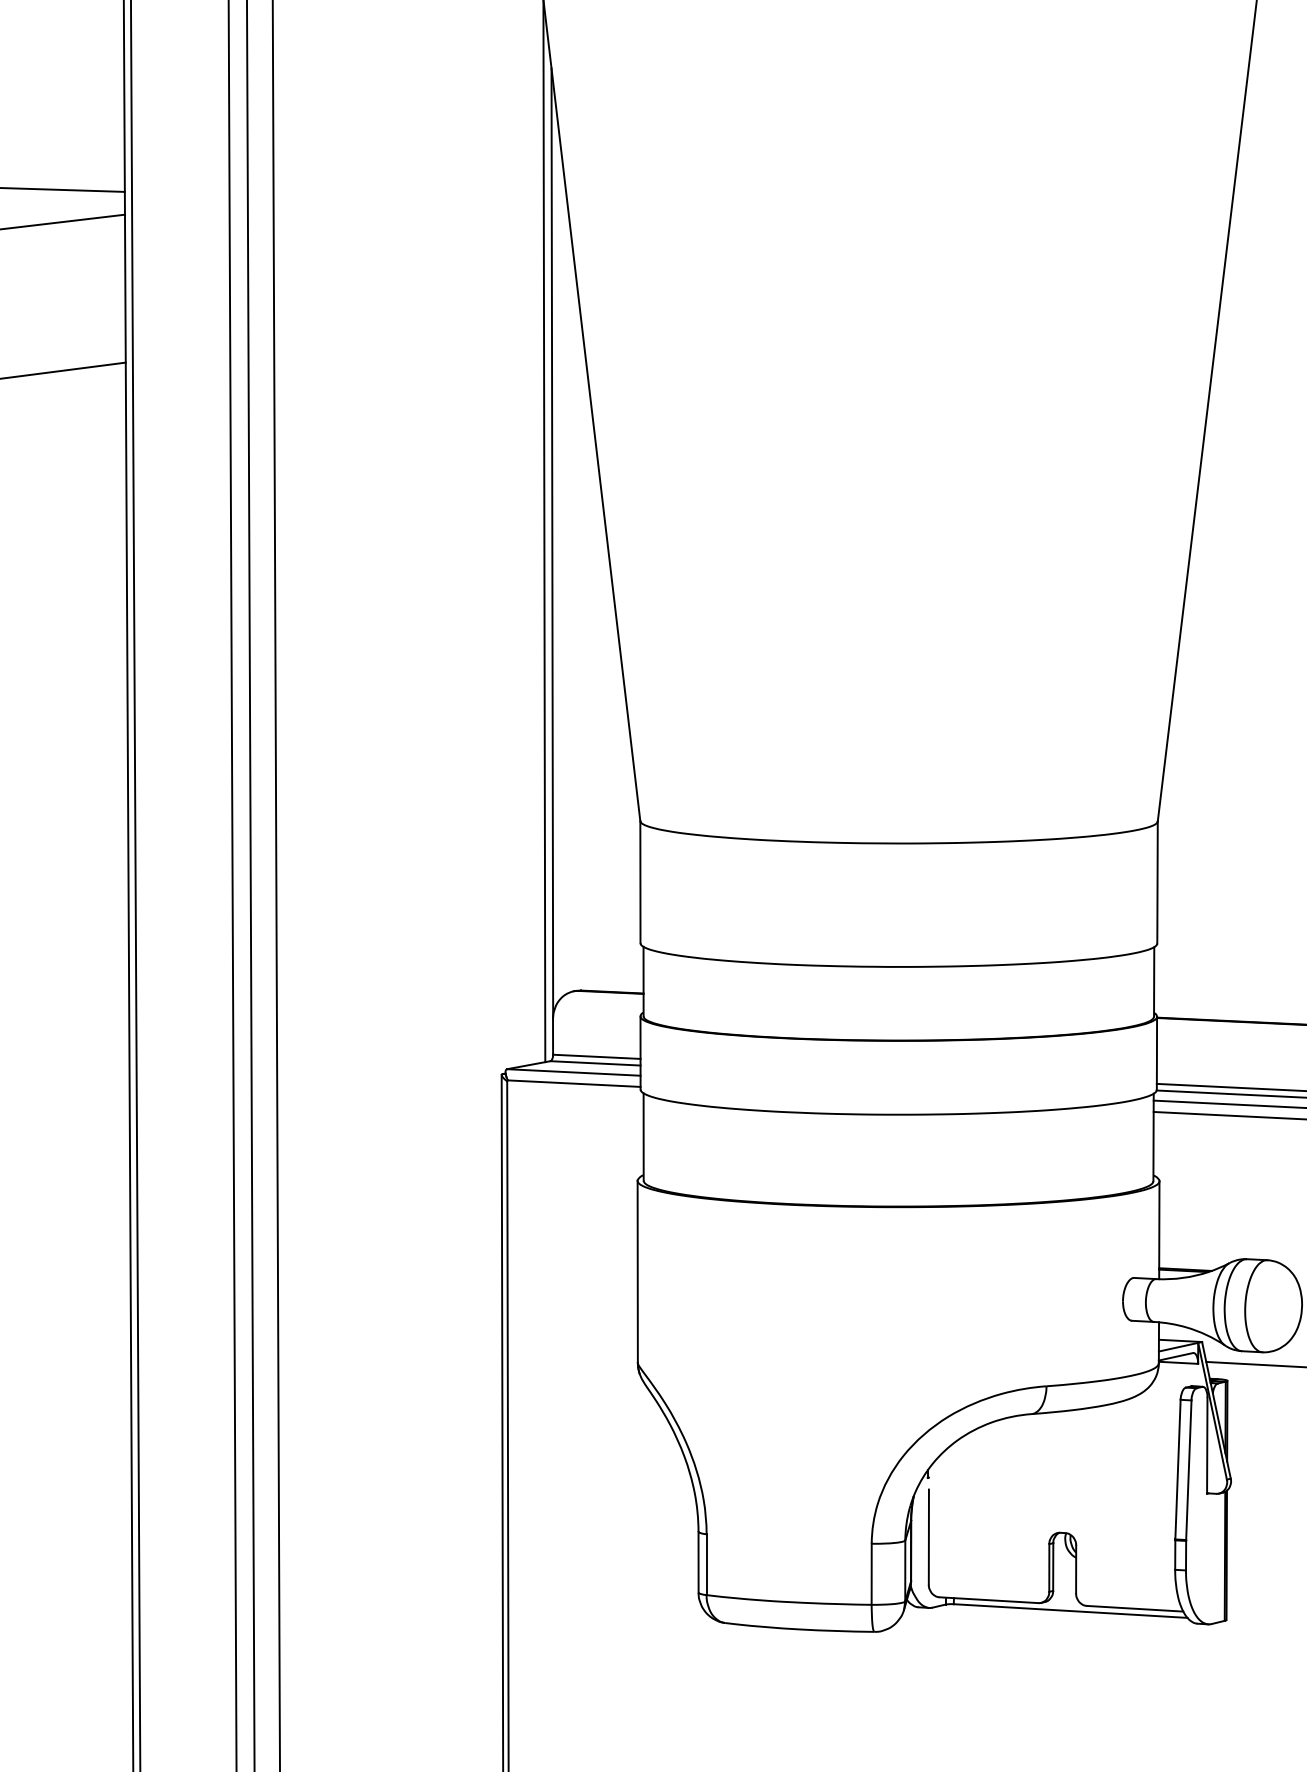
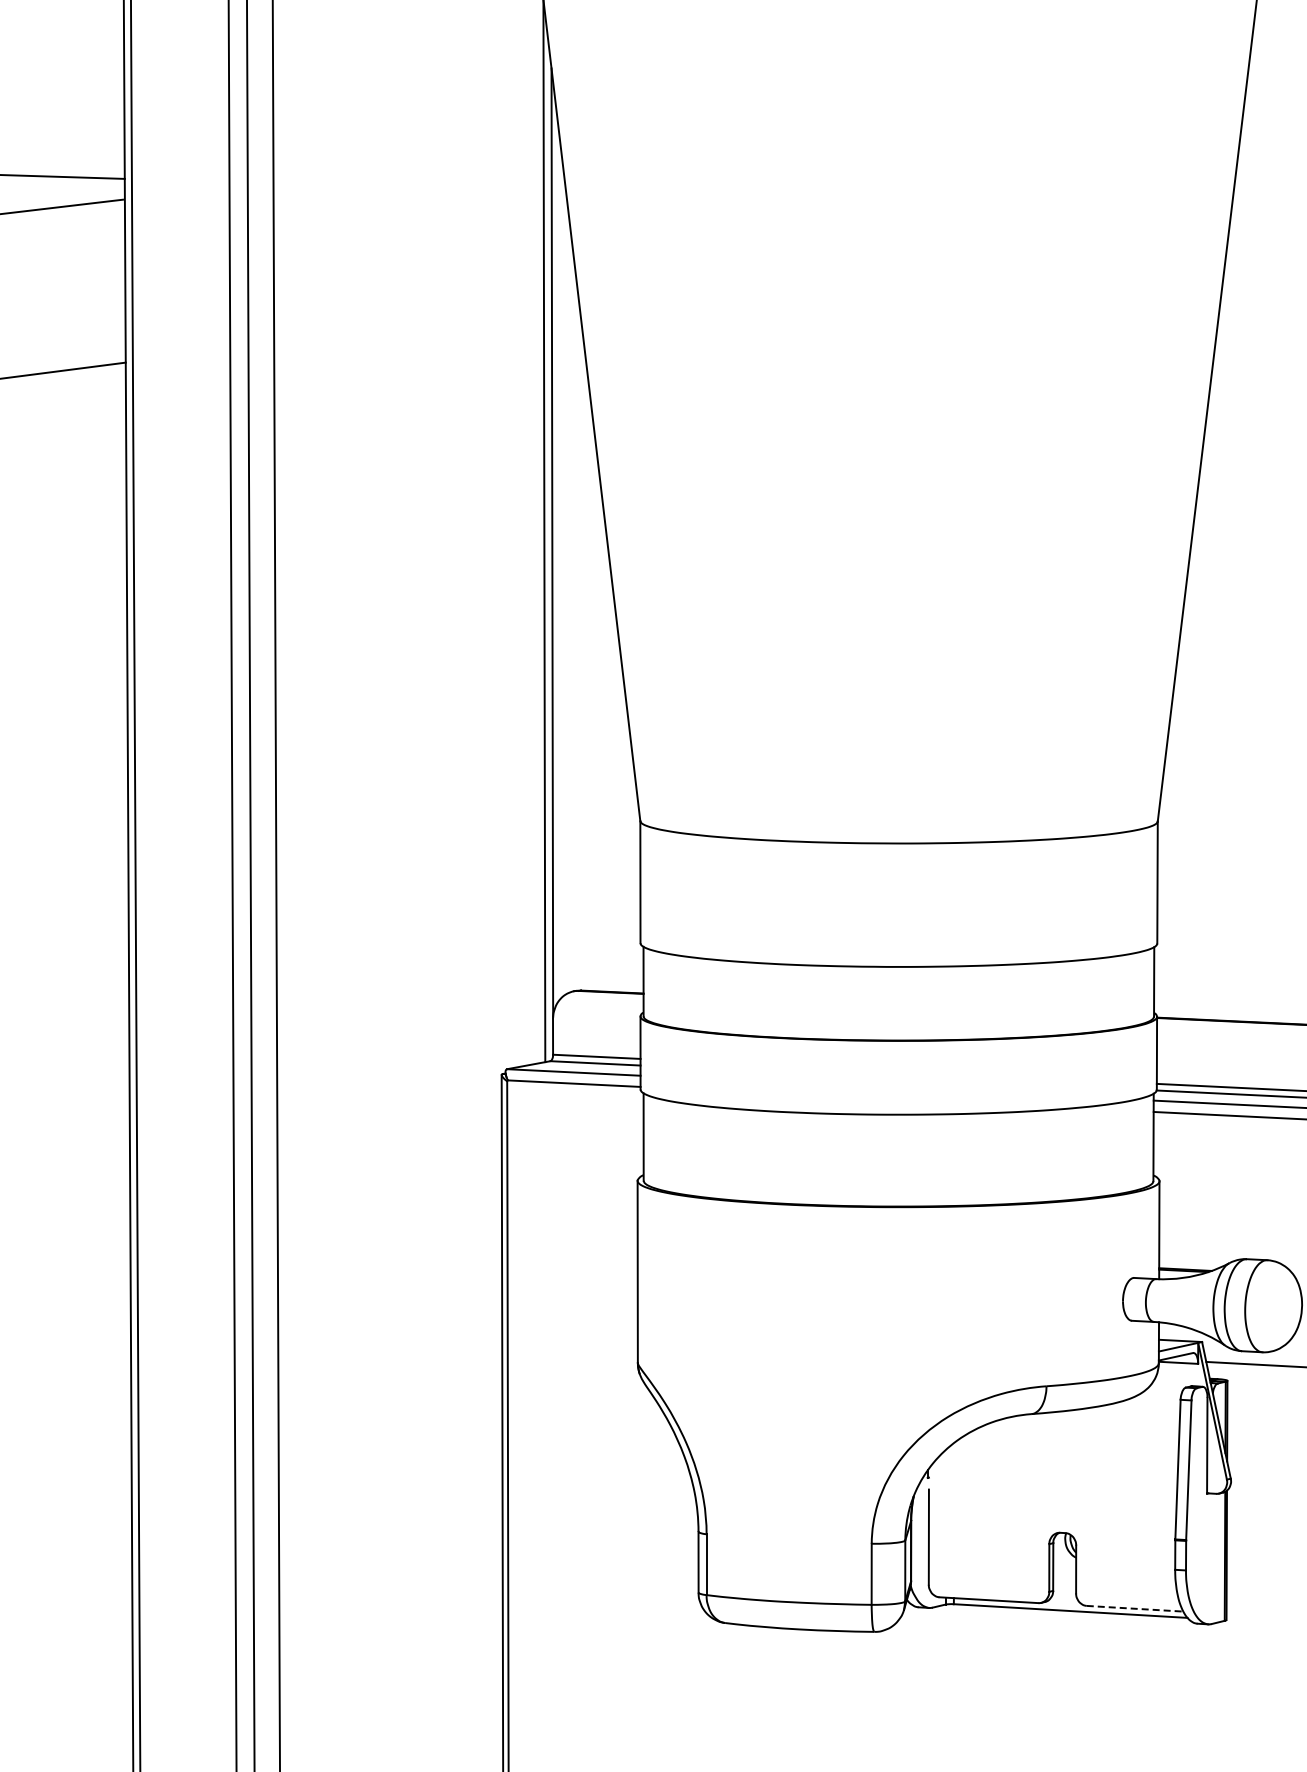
line at (63, 189) position: (63, 189) -> (63, 176)
line at (63, 221) position: (63, 221) -> (62, 206)
line at (1135, 1608): solid -> dashed
